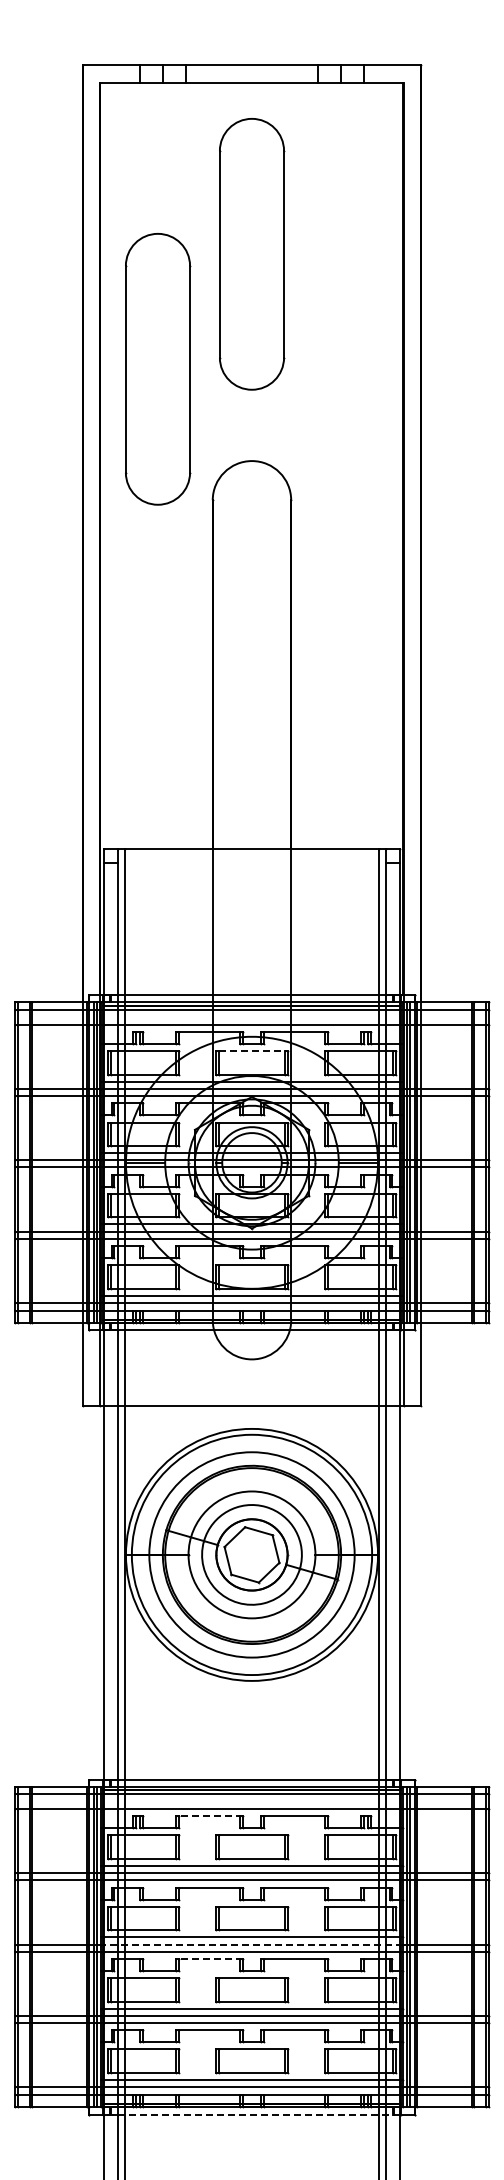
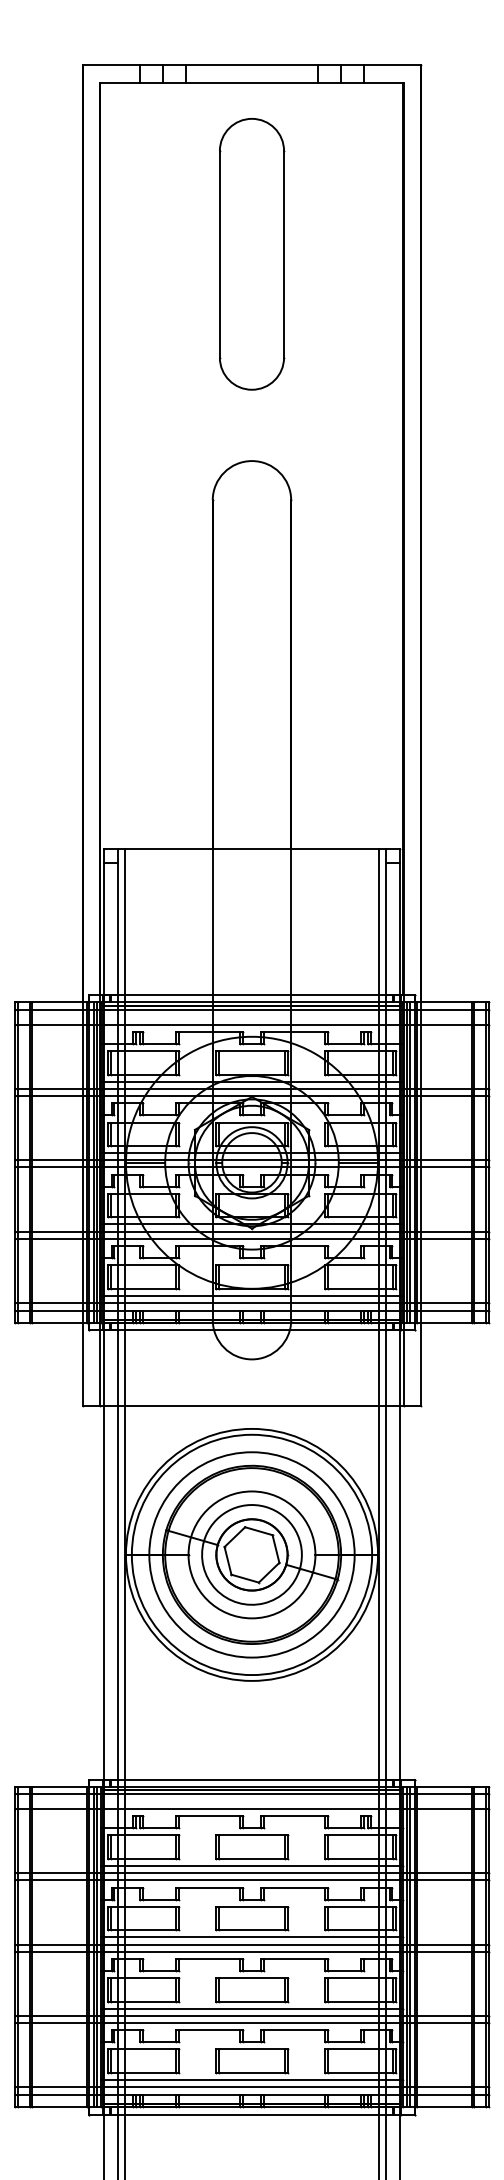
part at (158, 369): present -> none
line at (253, 1051): dashed -> solid
line at (210, 1816): dashed -> solid
line at (253, 1944): dashed -> solid
line at (210, 1958): dashed -> solid
line at (251, 2114): dashed -> solid
